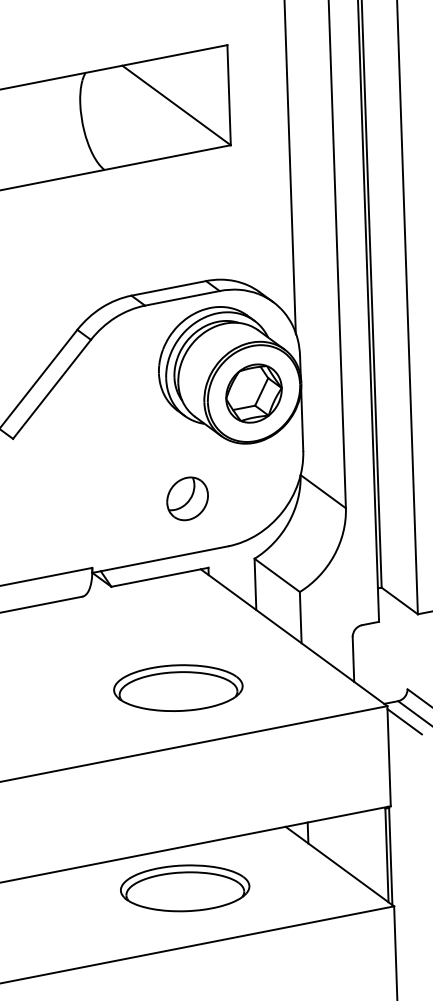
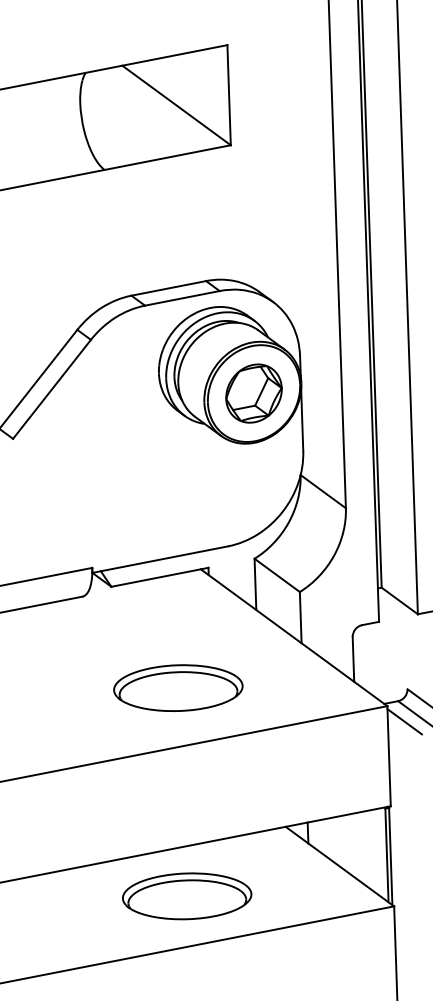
line at (289, 168): present -> none
part at (187, 498): present -> none
part at (185, 888) position: (185, 888) -> (187, 896)
